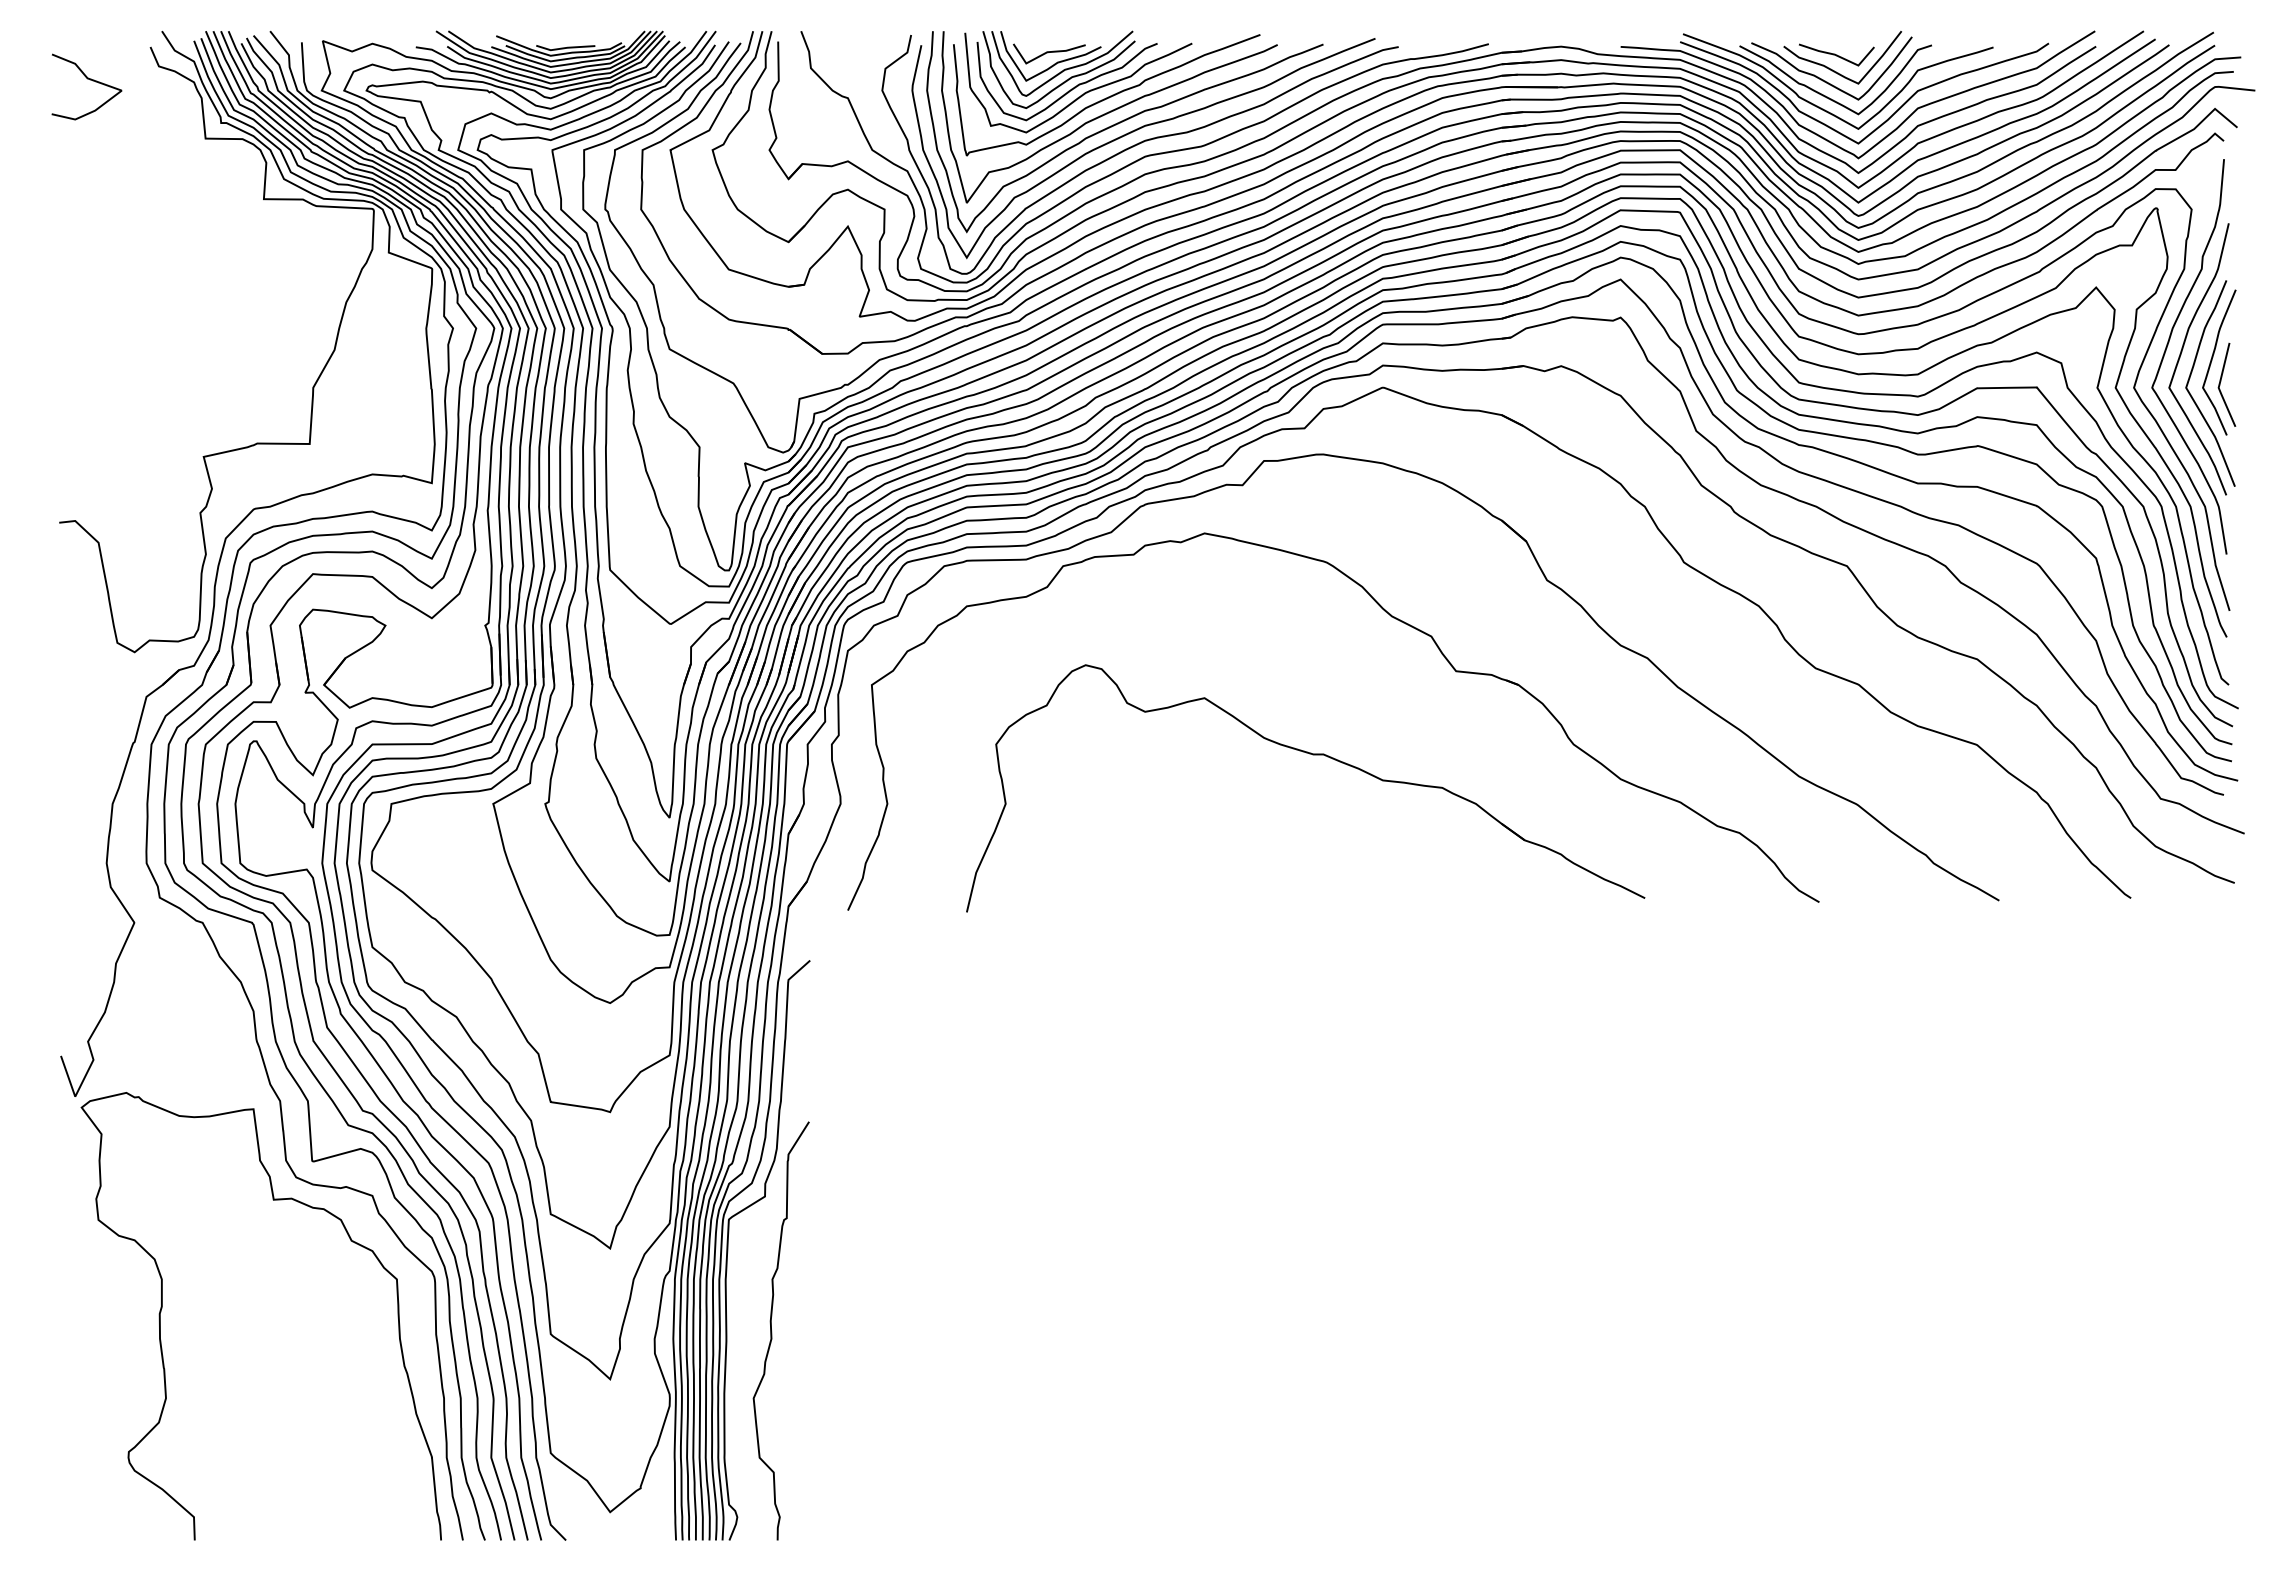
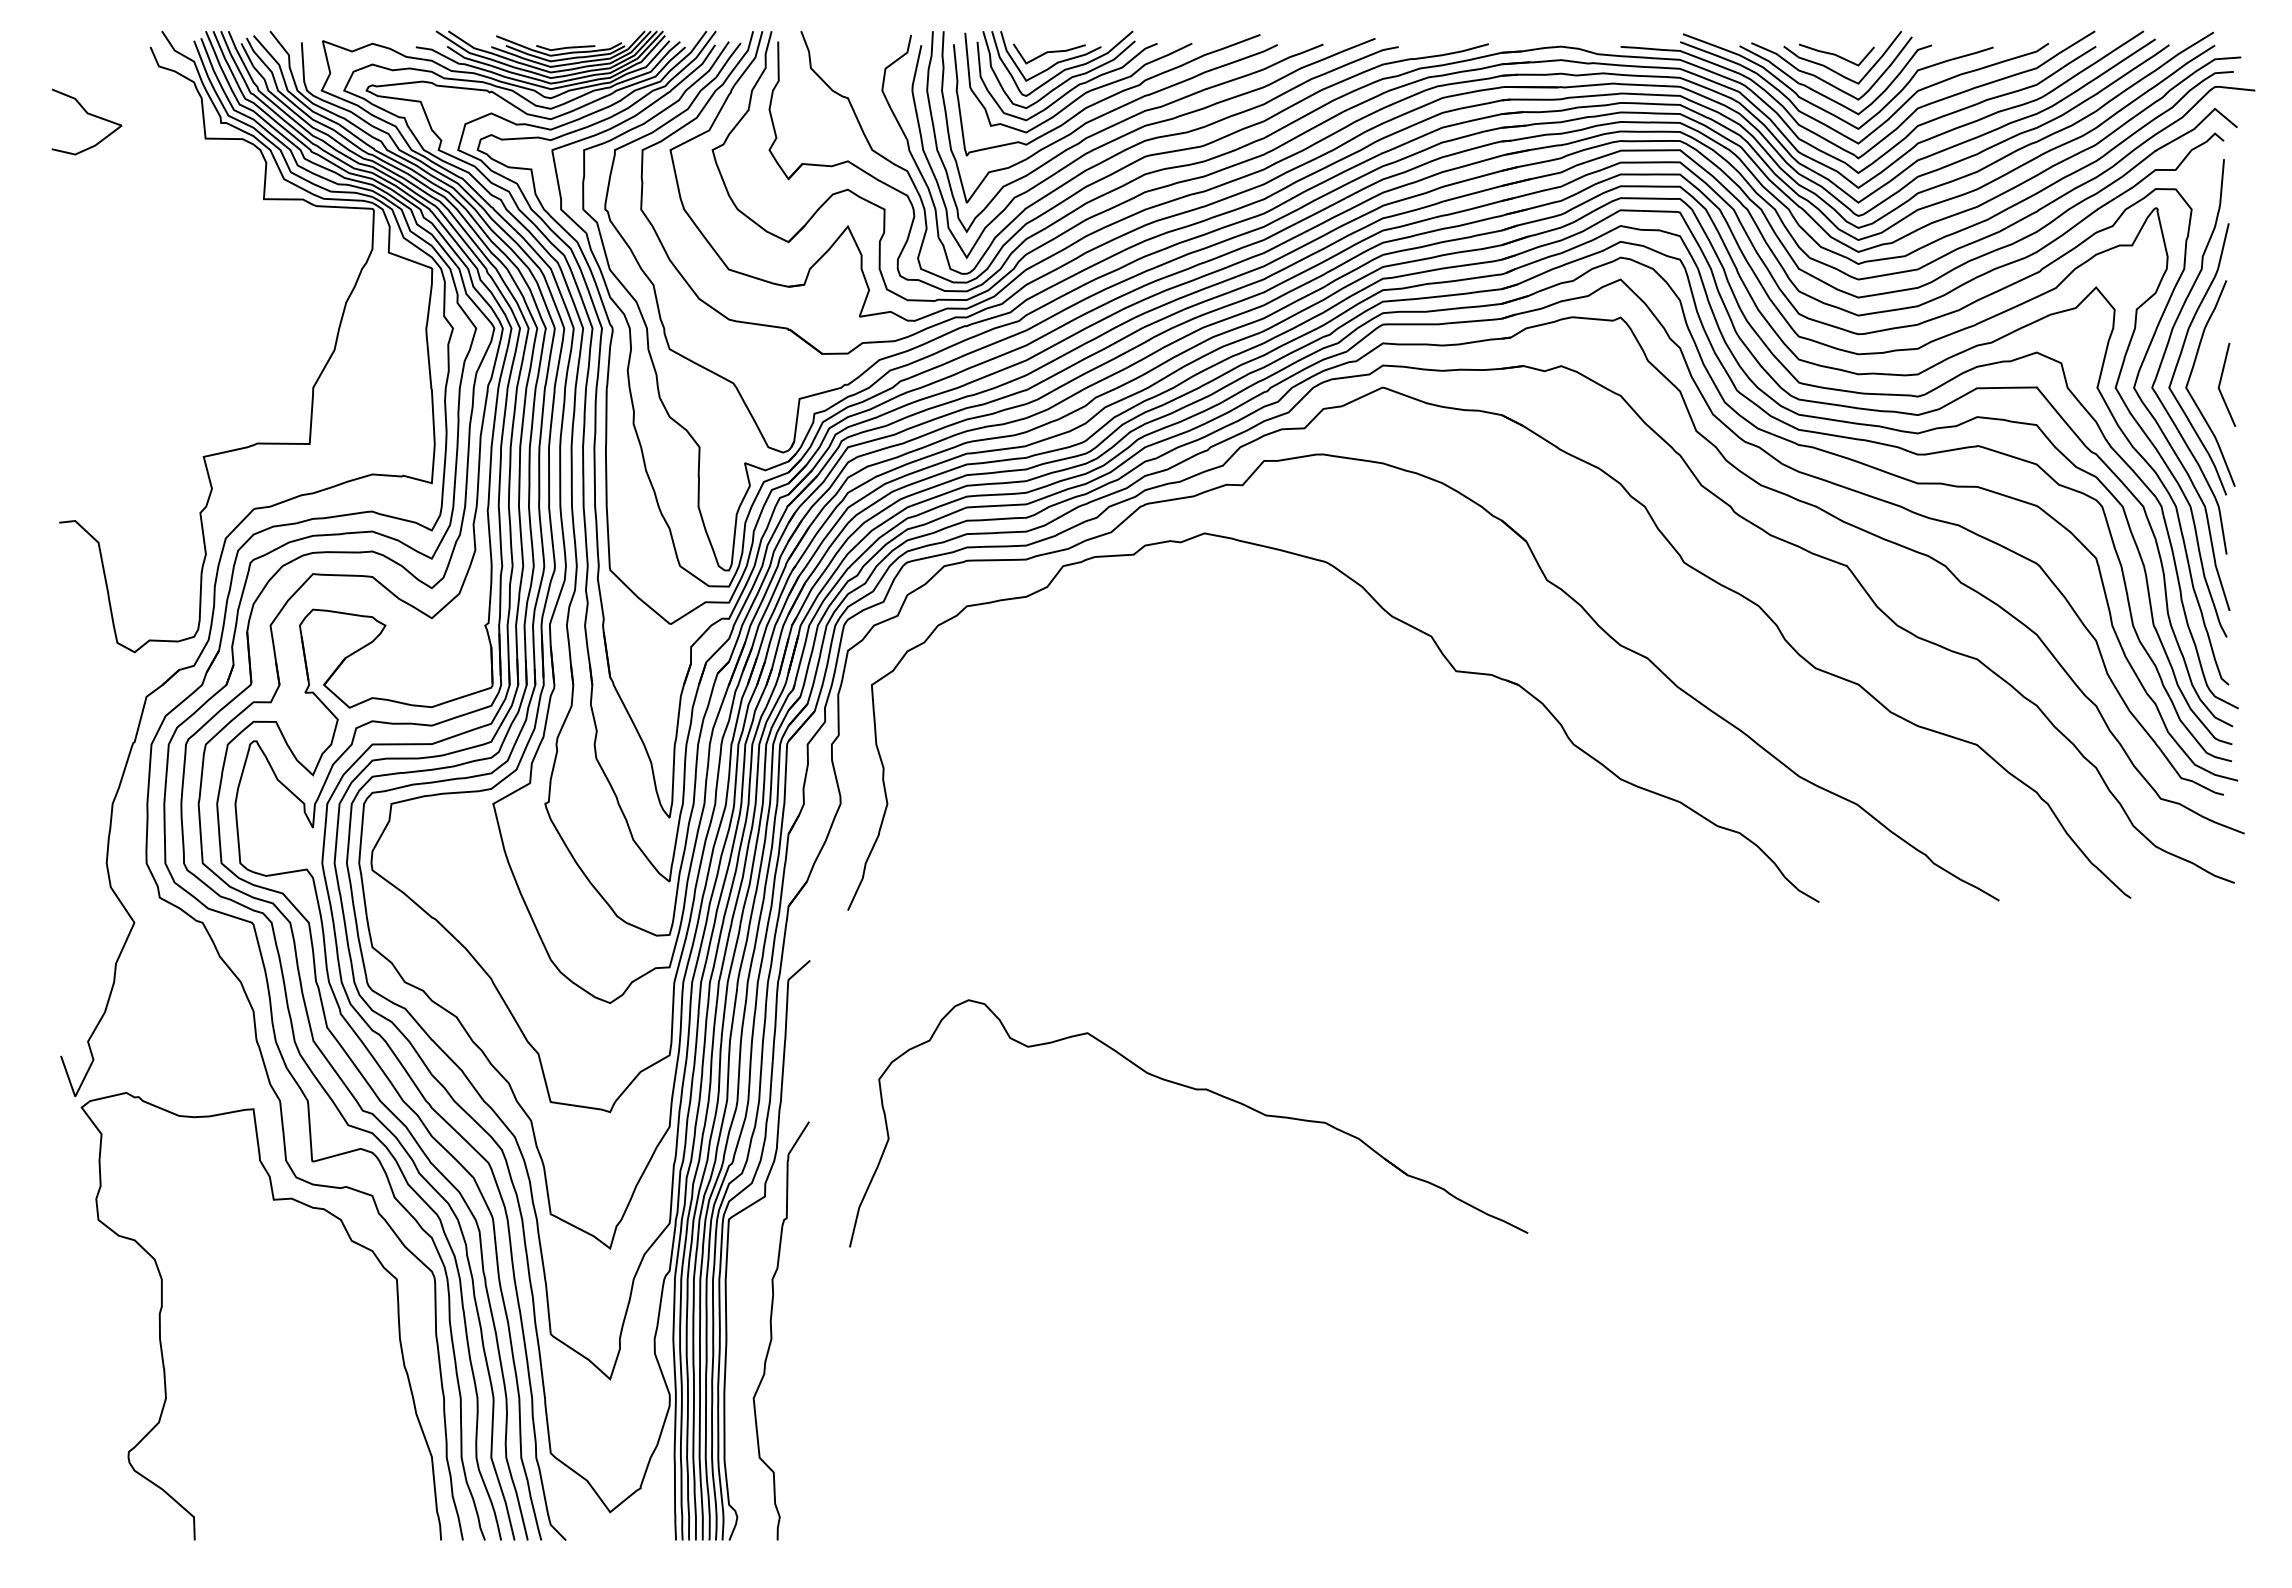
curve at (87, 79) position: (87, 79) -> (87, 114)
curve at (2212, 360): present -> none
part at (1312, 755) position: (1312, 755) -> (1195, 1090)
